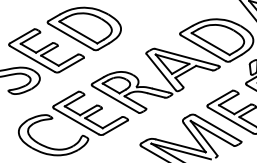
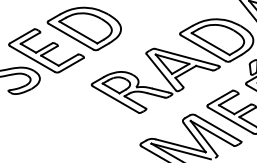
part at (73, 123): present -> none
